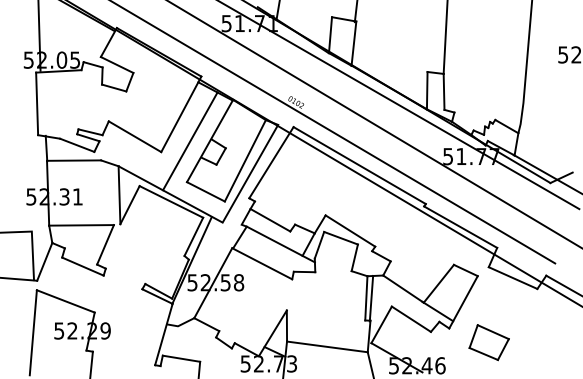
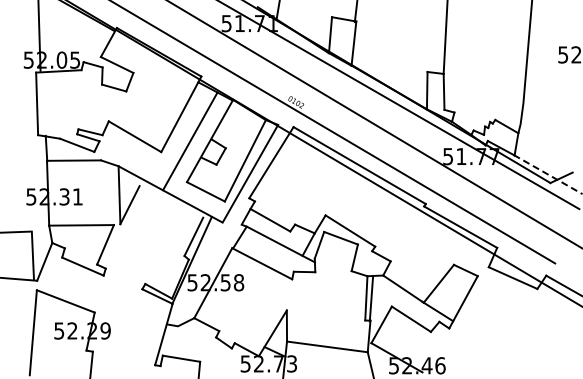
line at (548, 174): solid -> dashed
line at (171, 201): present -> none
part at (488, 342): present -> none
